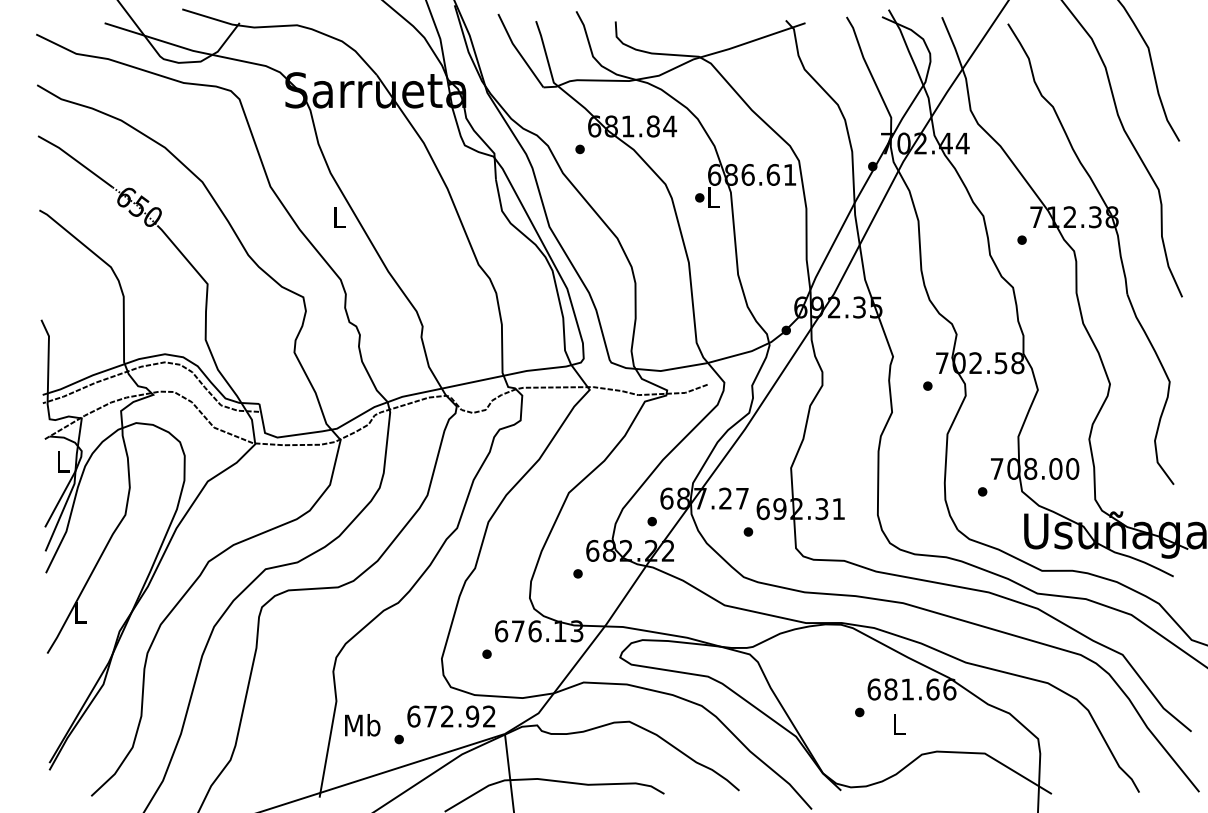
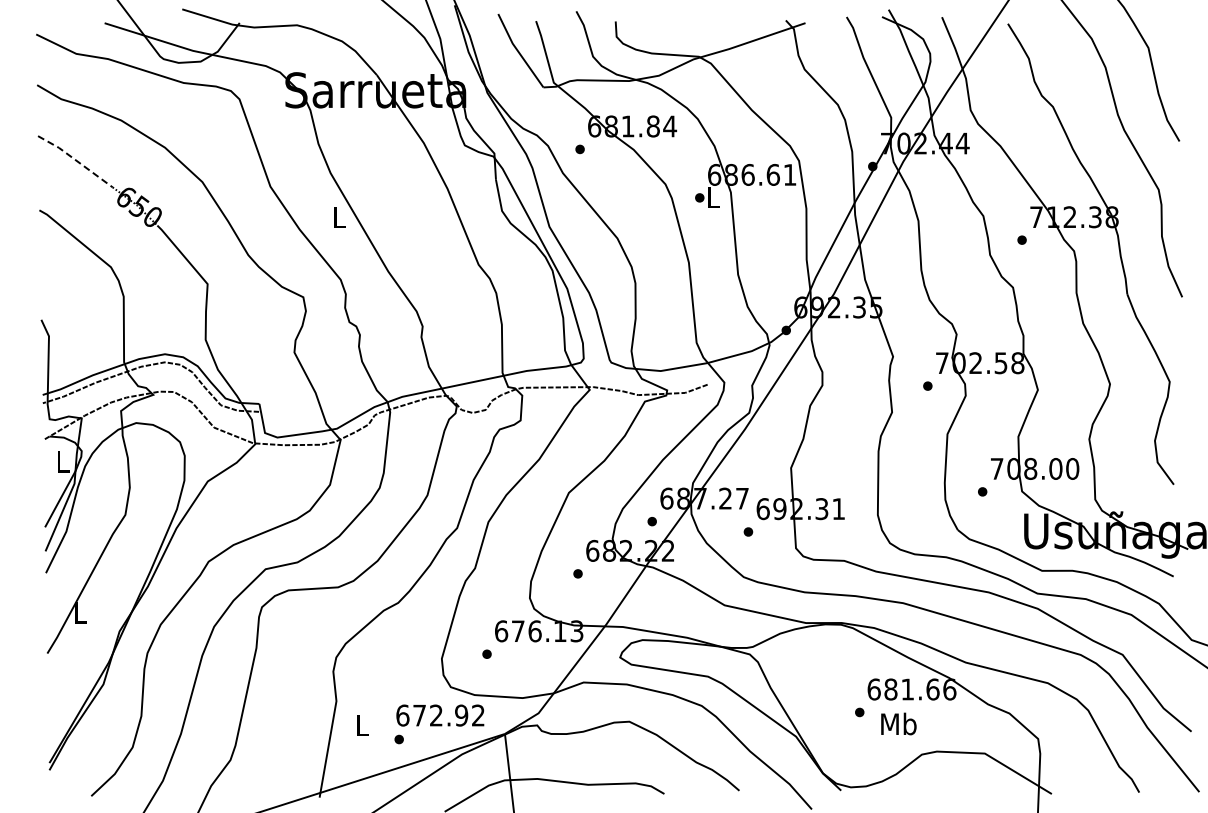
line at (75, 160): solid -> dashed
text at (451, 716) position: (451, 716) -> (440, 715)
text at (898, 723): L -> Mb
text at (362, 725): Mb -> L
